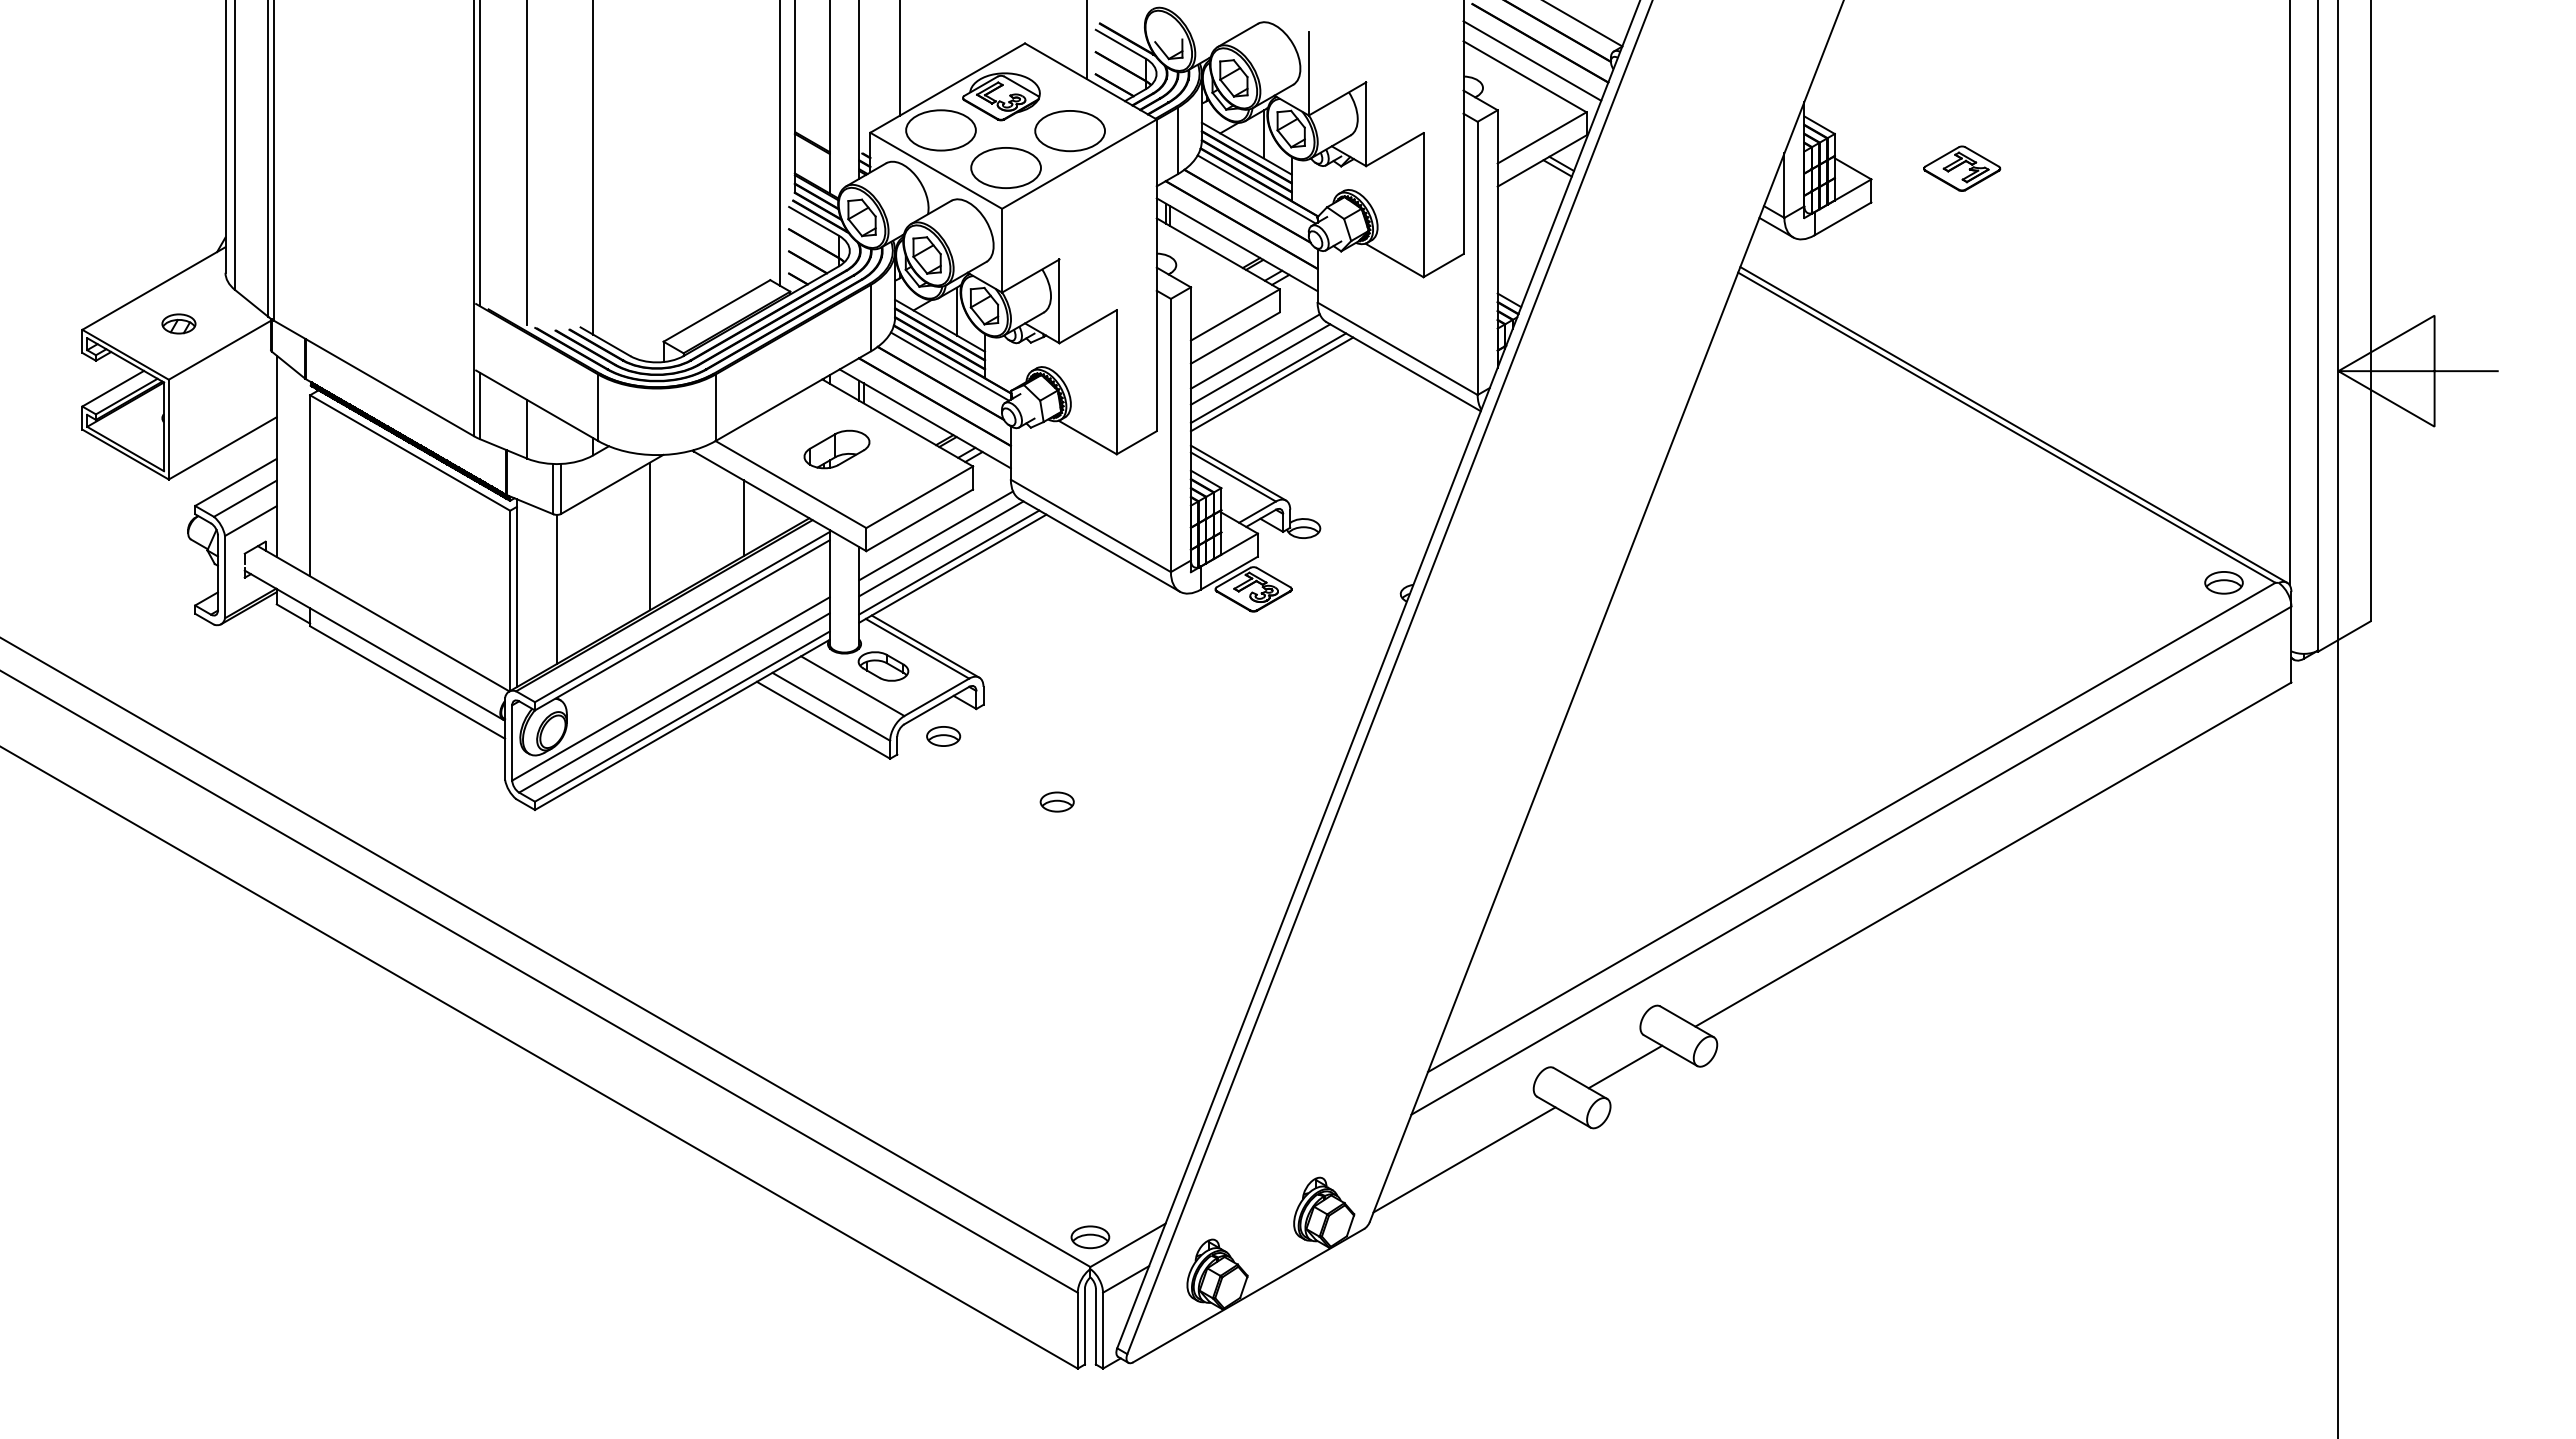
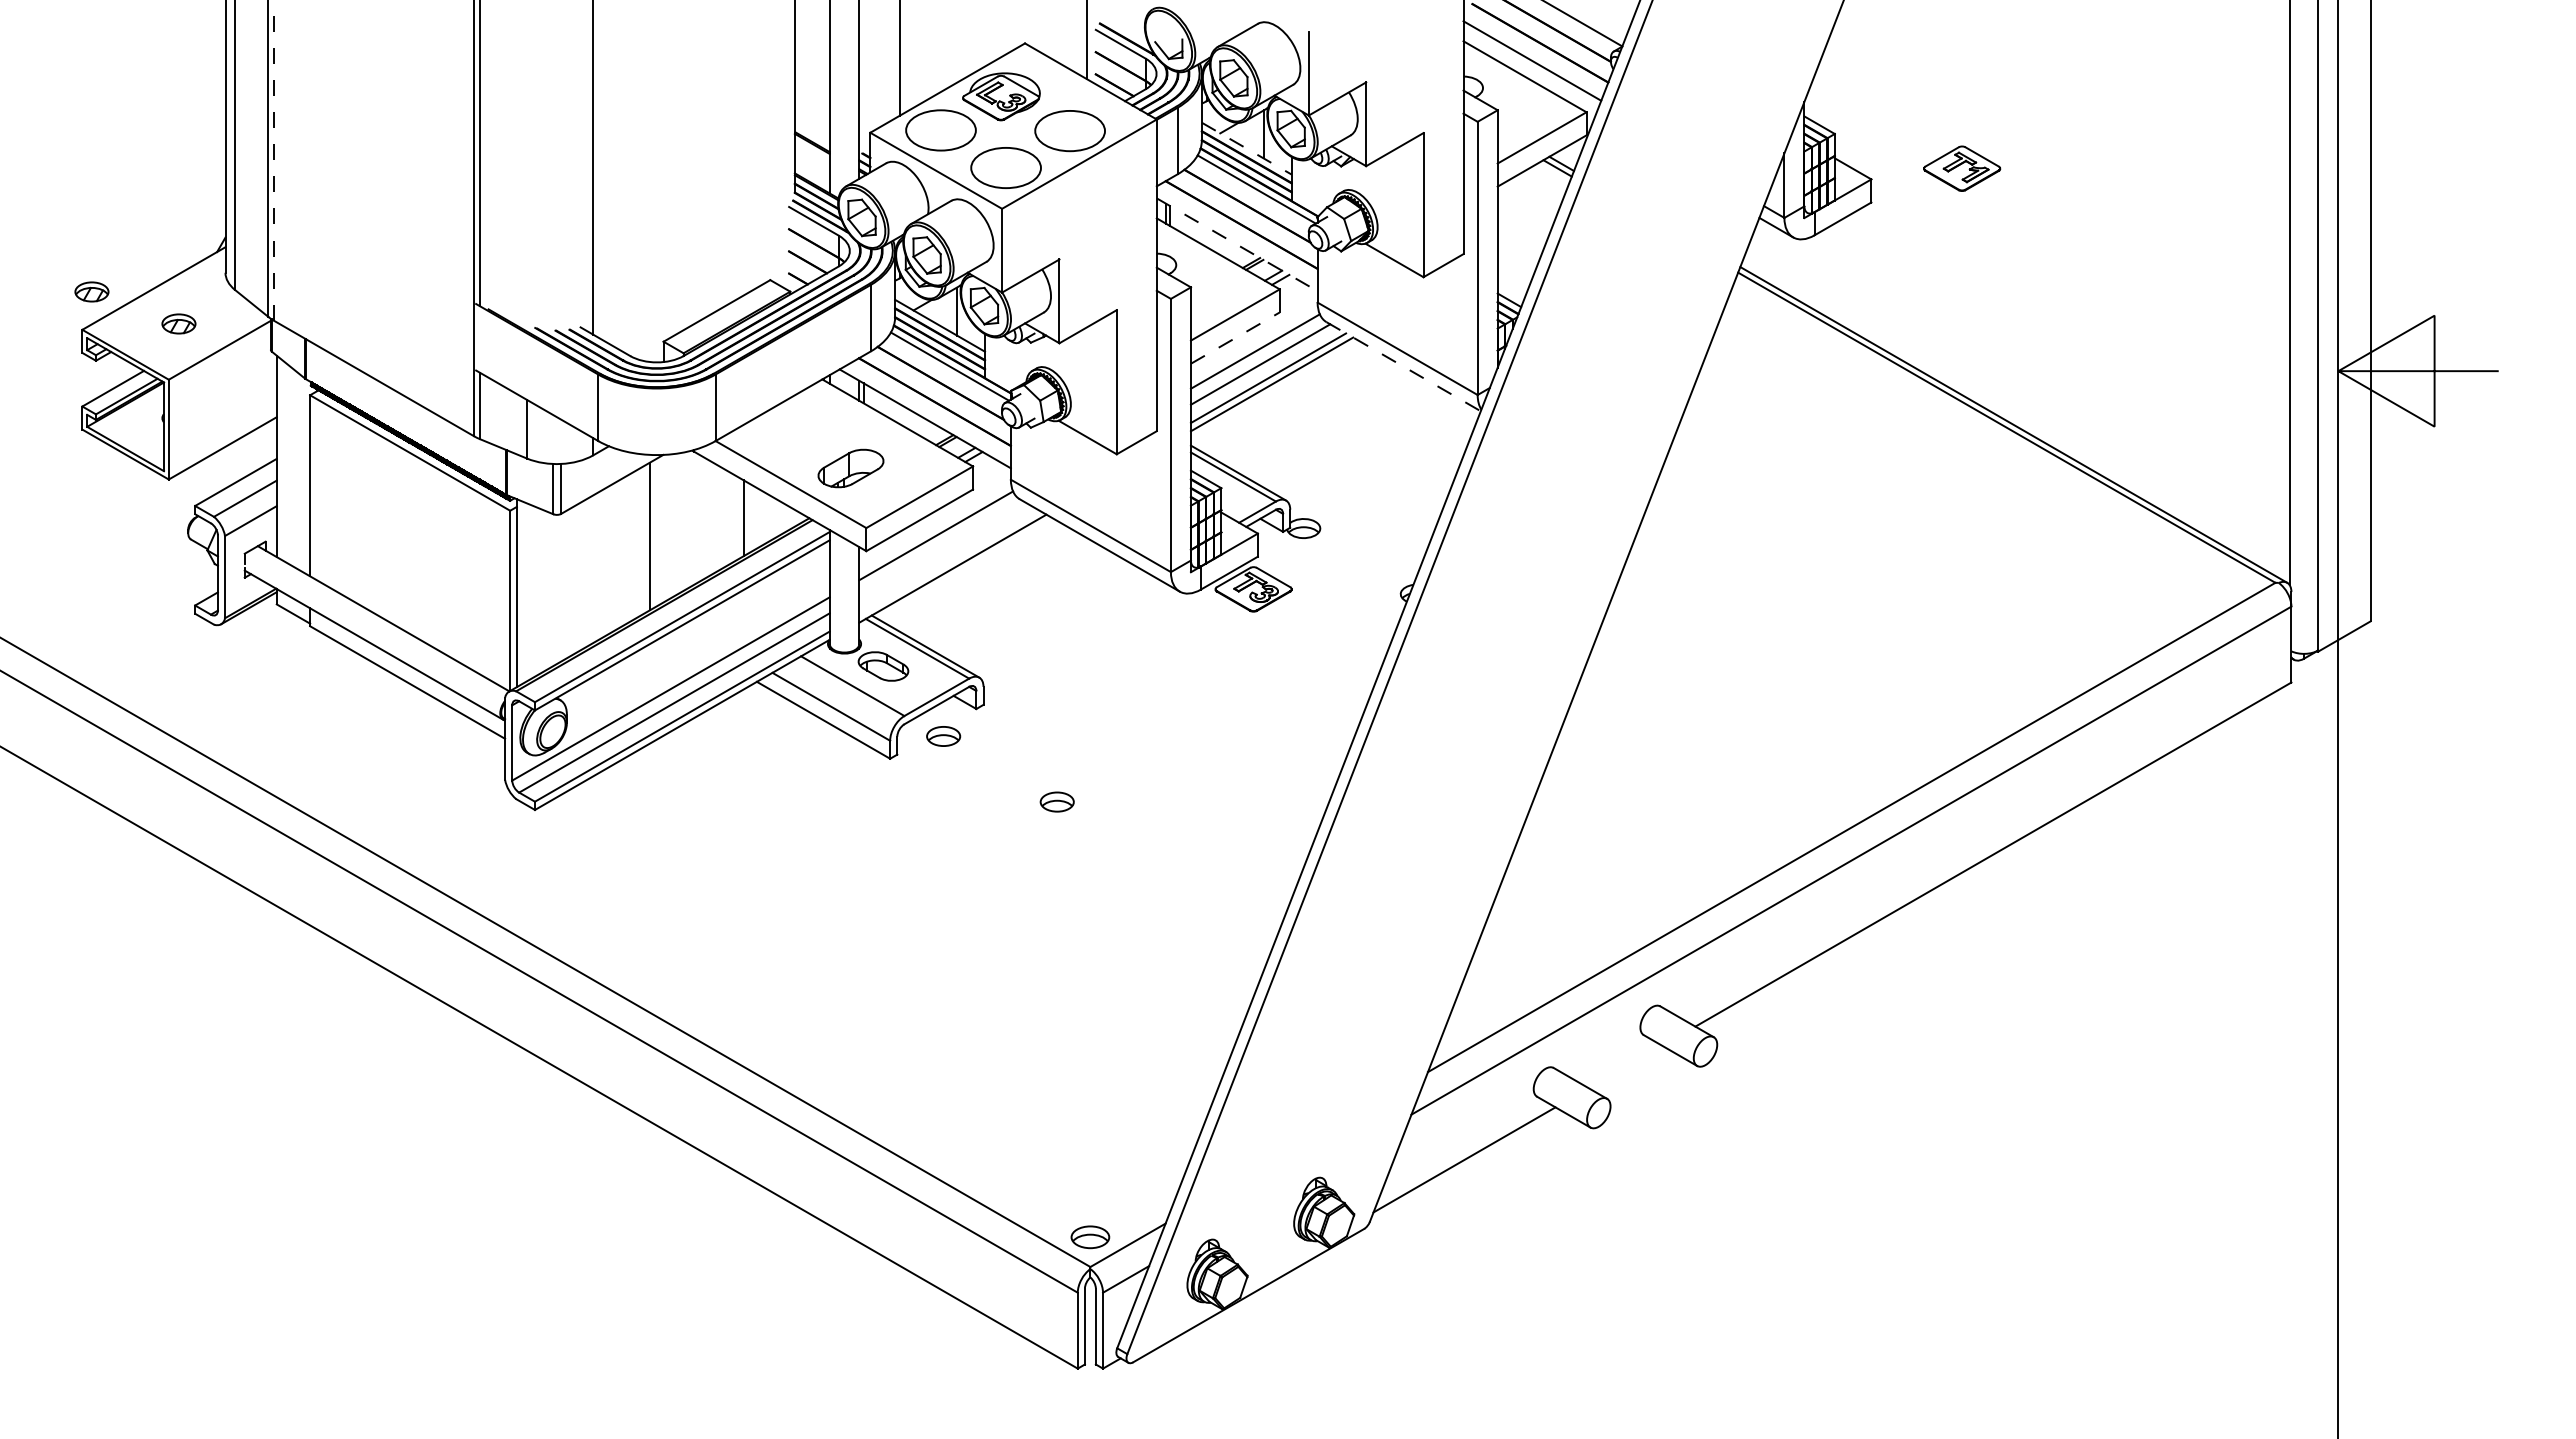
line at (779, 143): present -> none
line at (1246, 148): solid -> dashed
line at (273, 160): solid -> dashed
line at (527, 163): present -> none
line at (1237, 244): solid -> dashed
part at (91, 291): none -> present
line at (1235, 337): solid -> dashed
line at (1404, 366): solid -> dashed
part at (836, 449) position: (836, 449) -> (850, 468)
line at (941, 548): present -> none
line at (949, 562): present -> none
part at (2223, 582): present -> none
line at (556, 589): present -> none
line at (1625, 1066): present -> none
